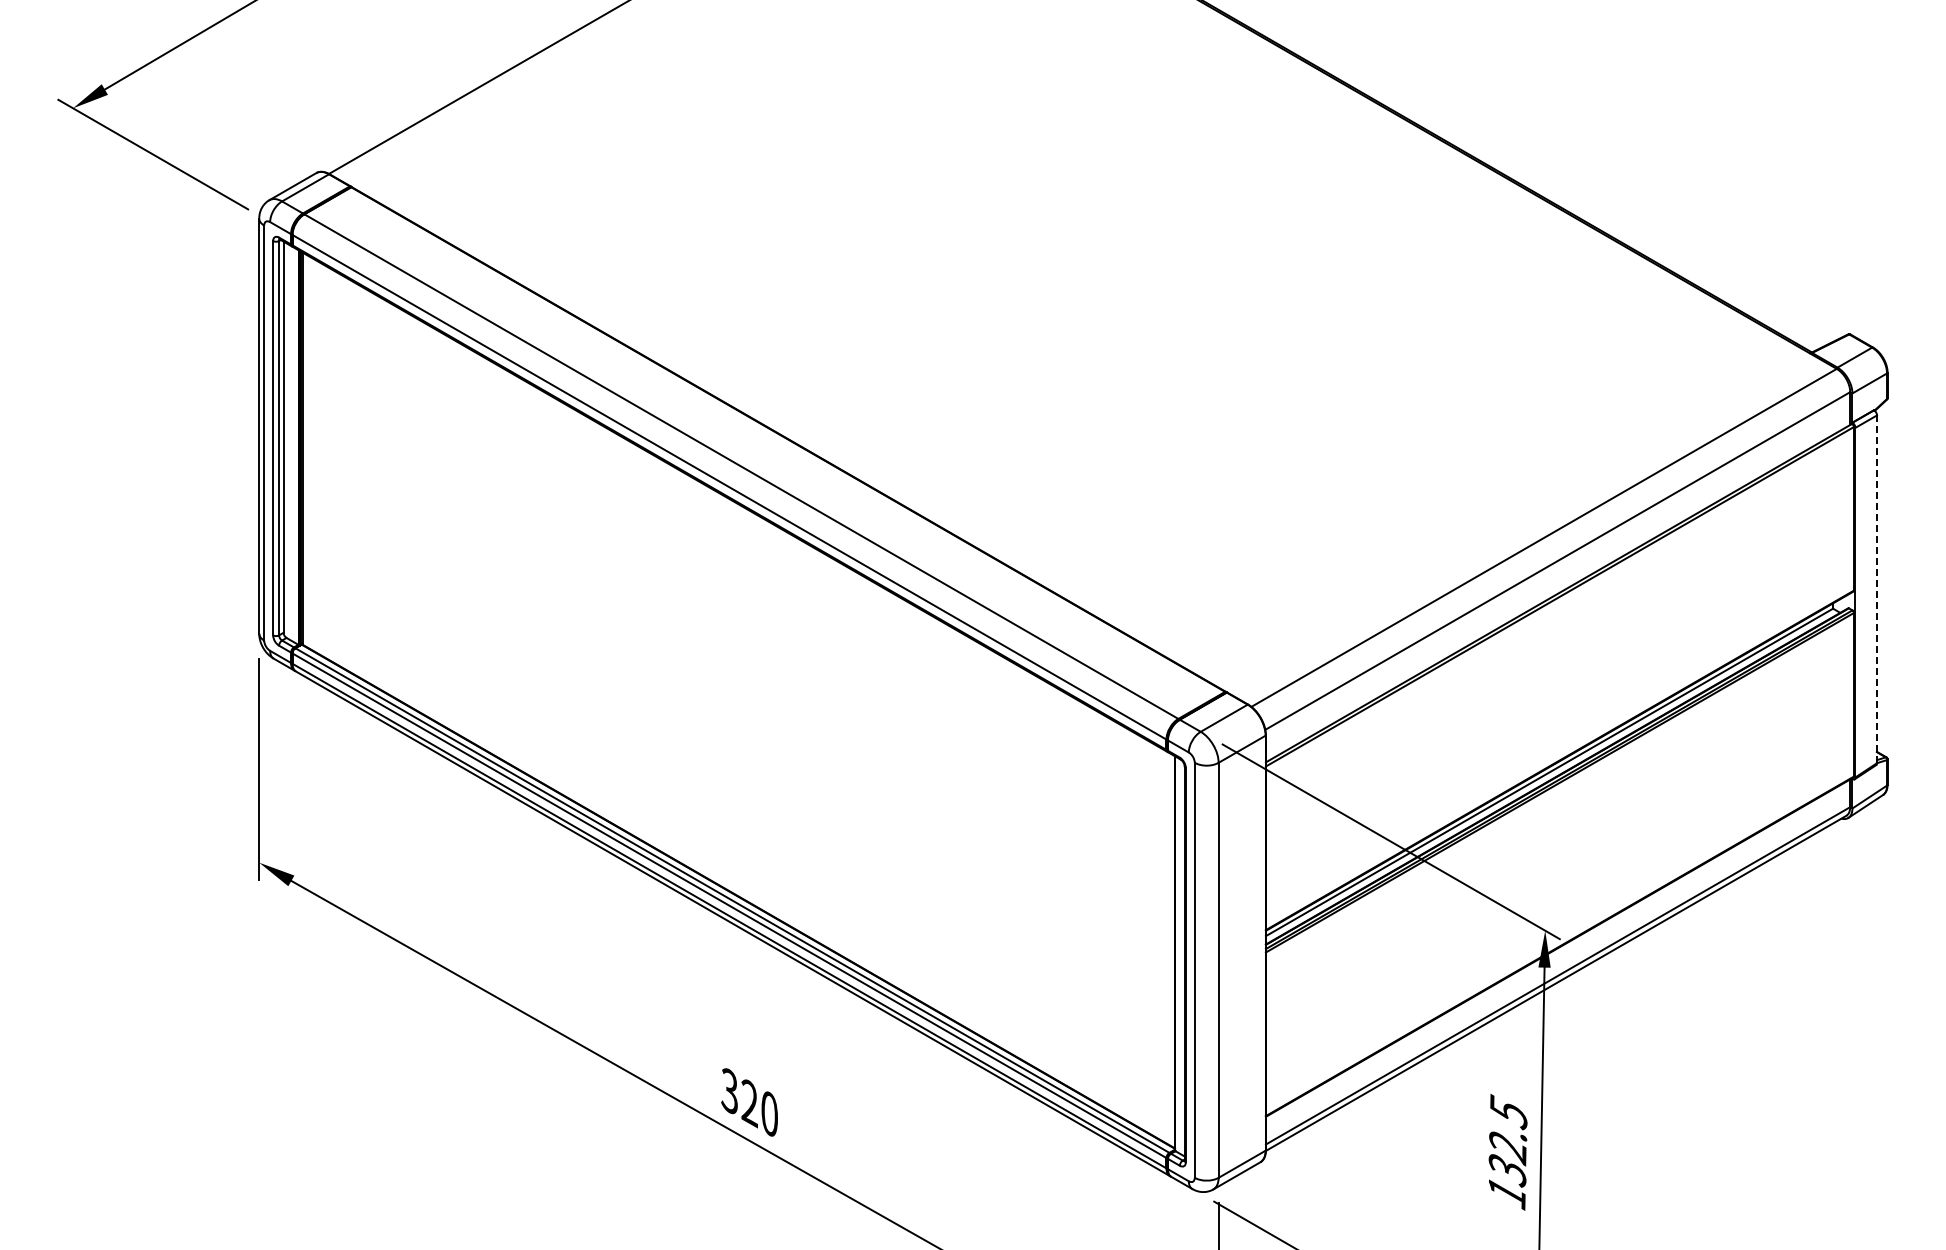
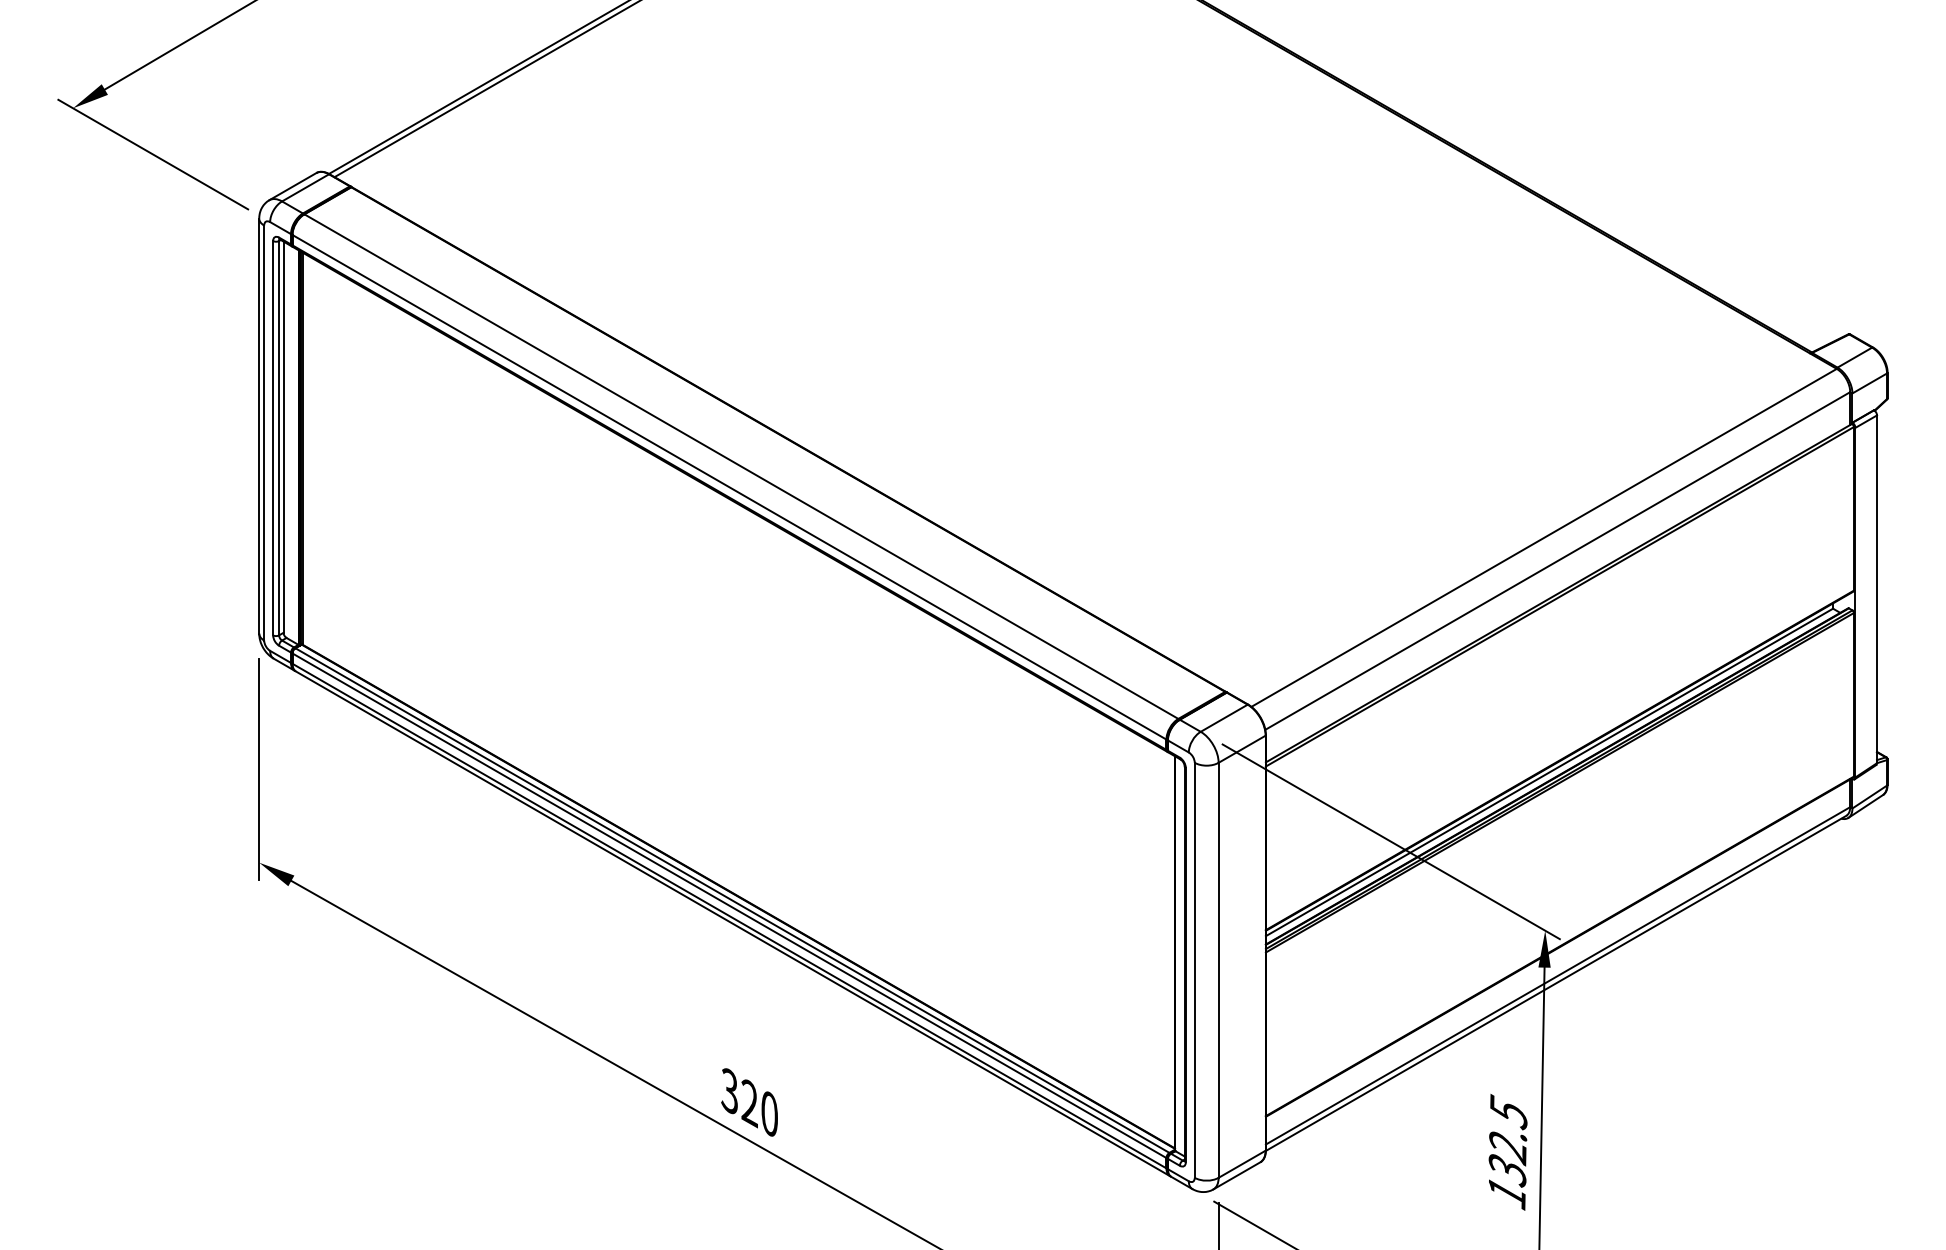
line at (485, 89): none -> present
line at (1877, 589): dashed -> solid
